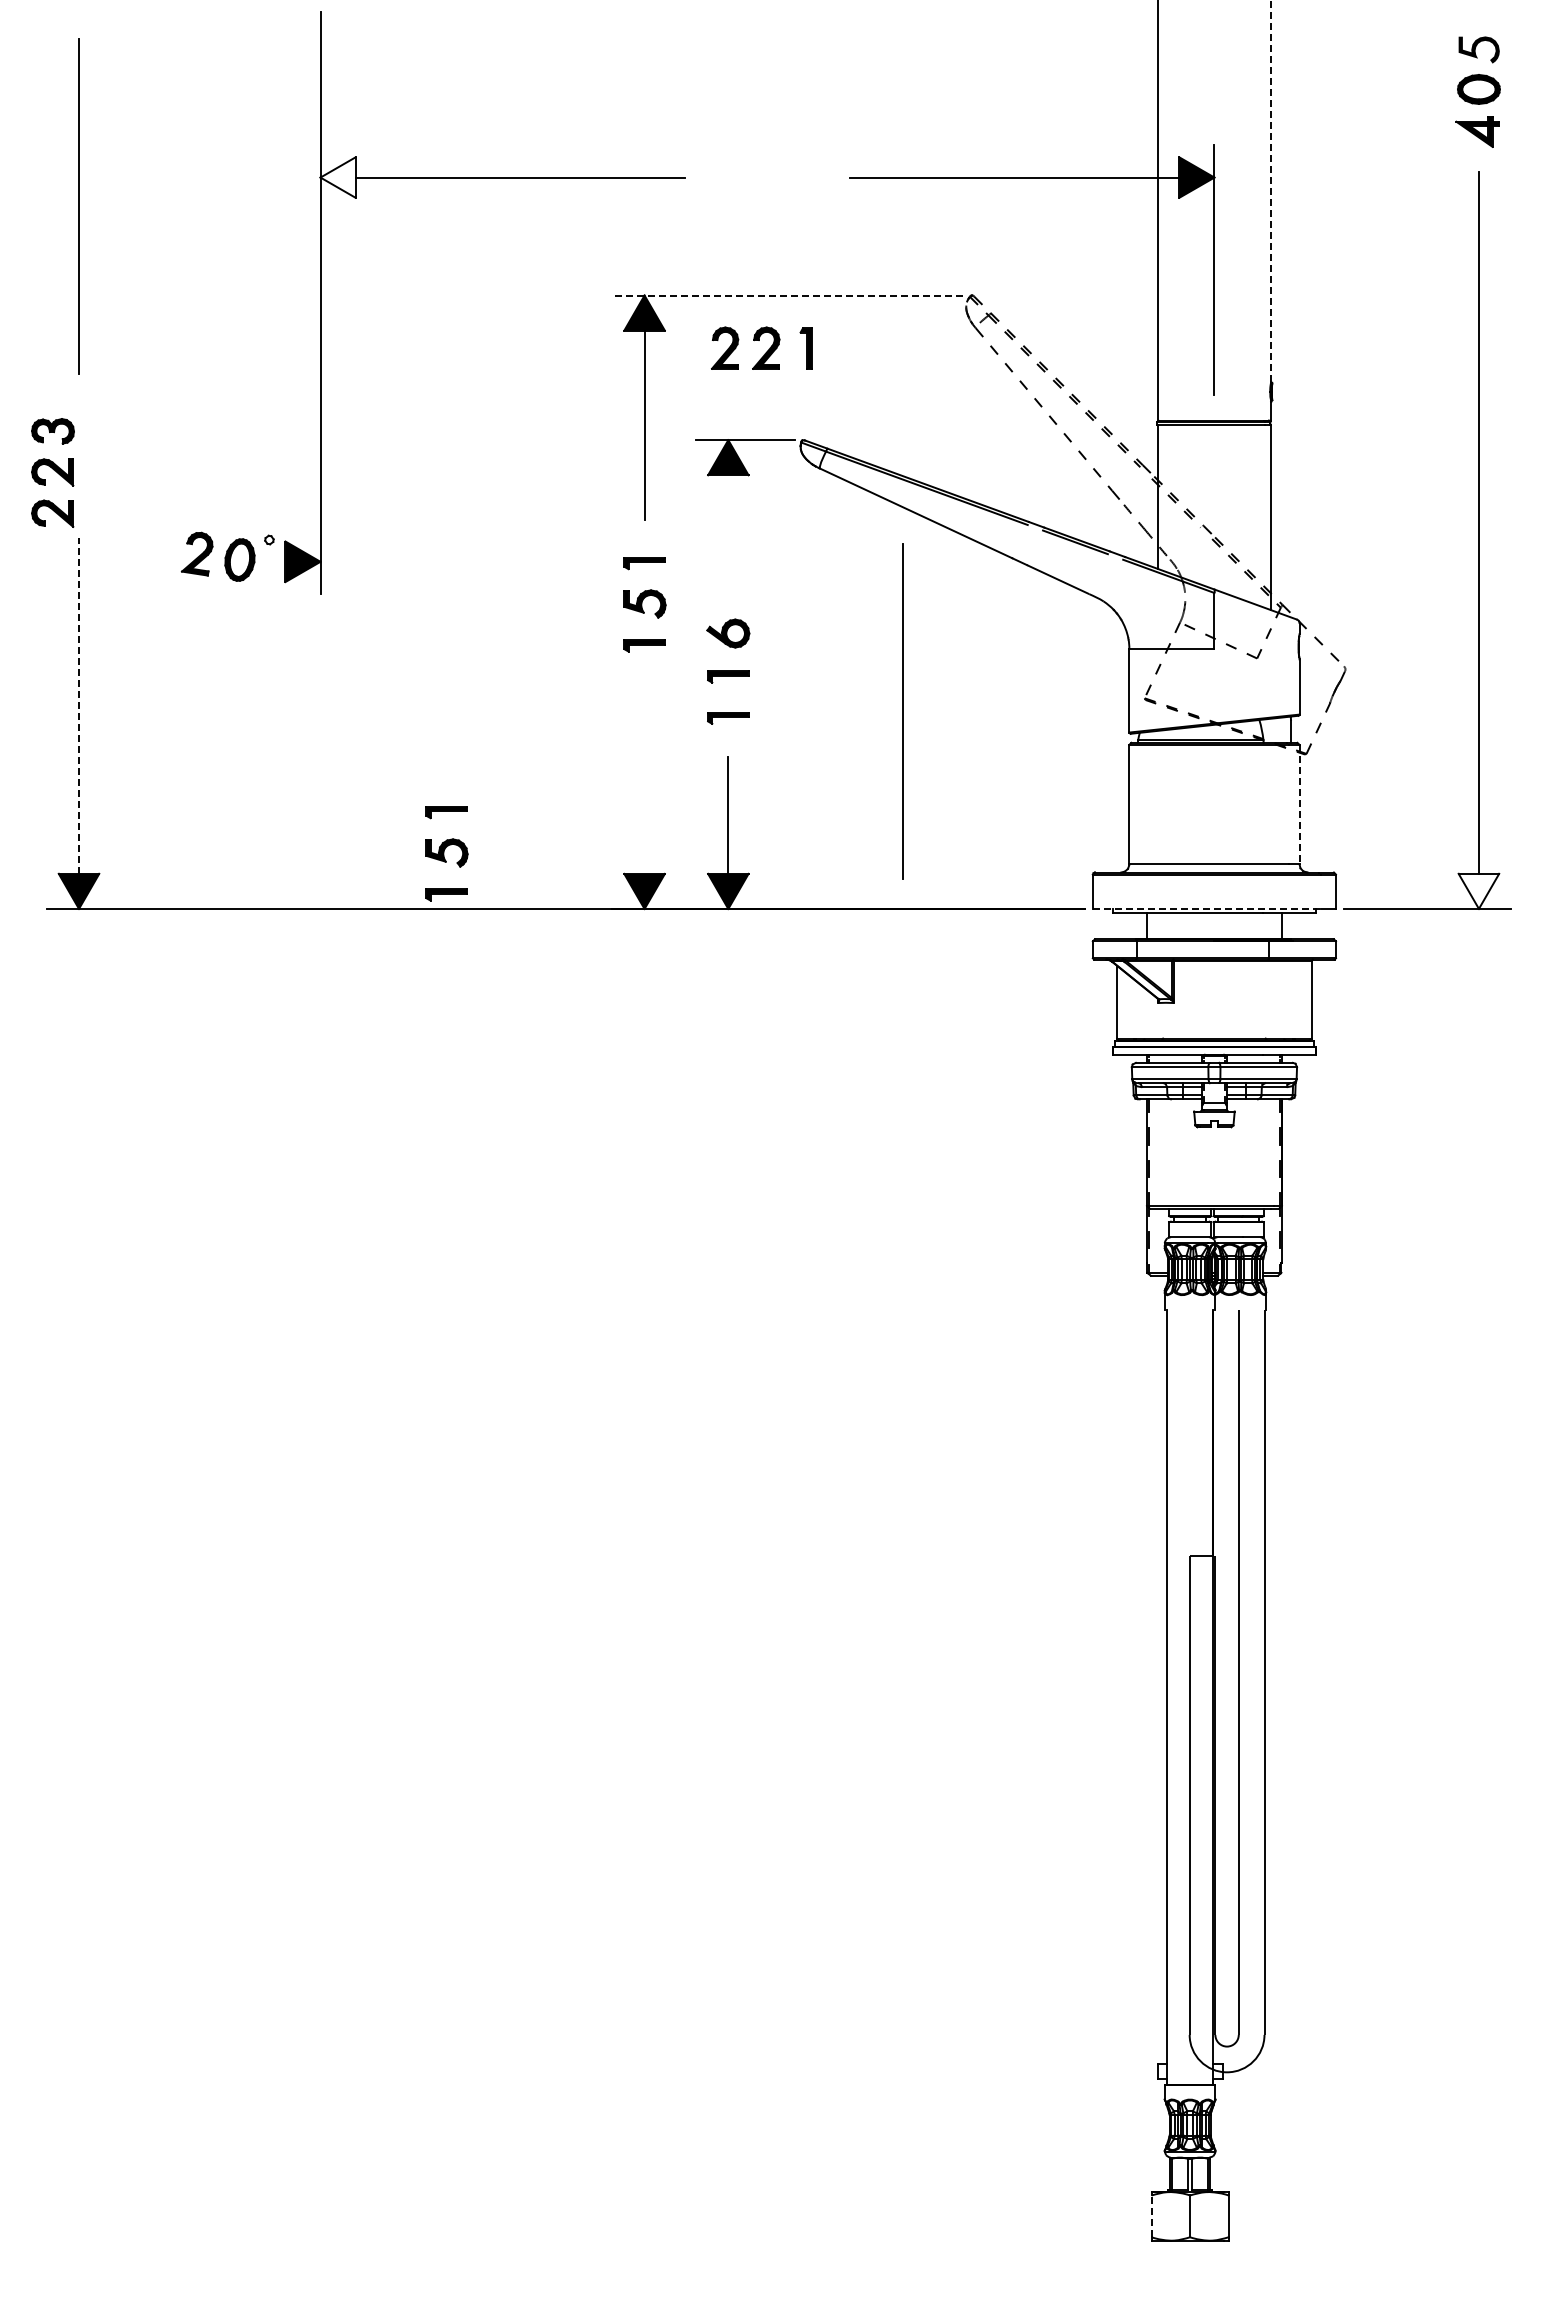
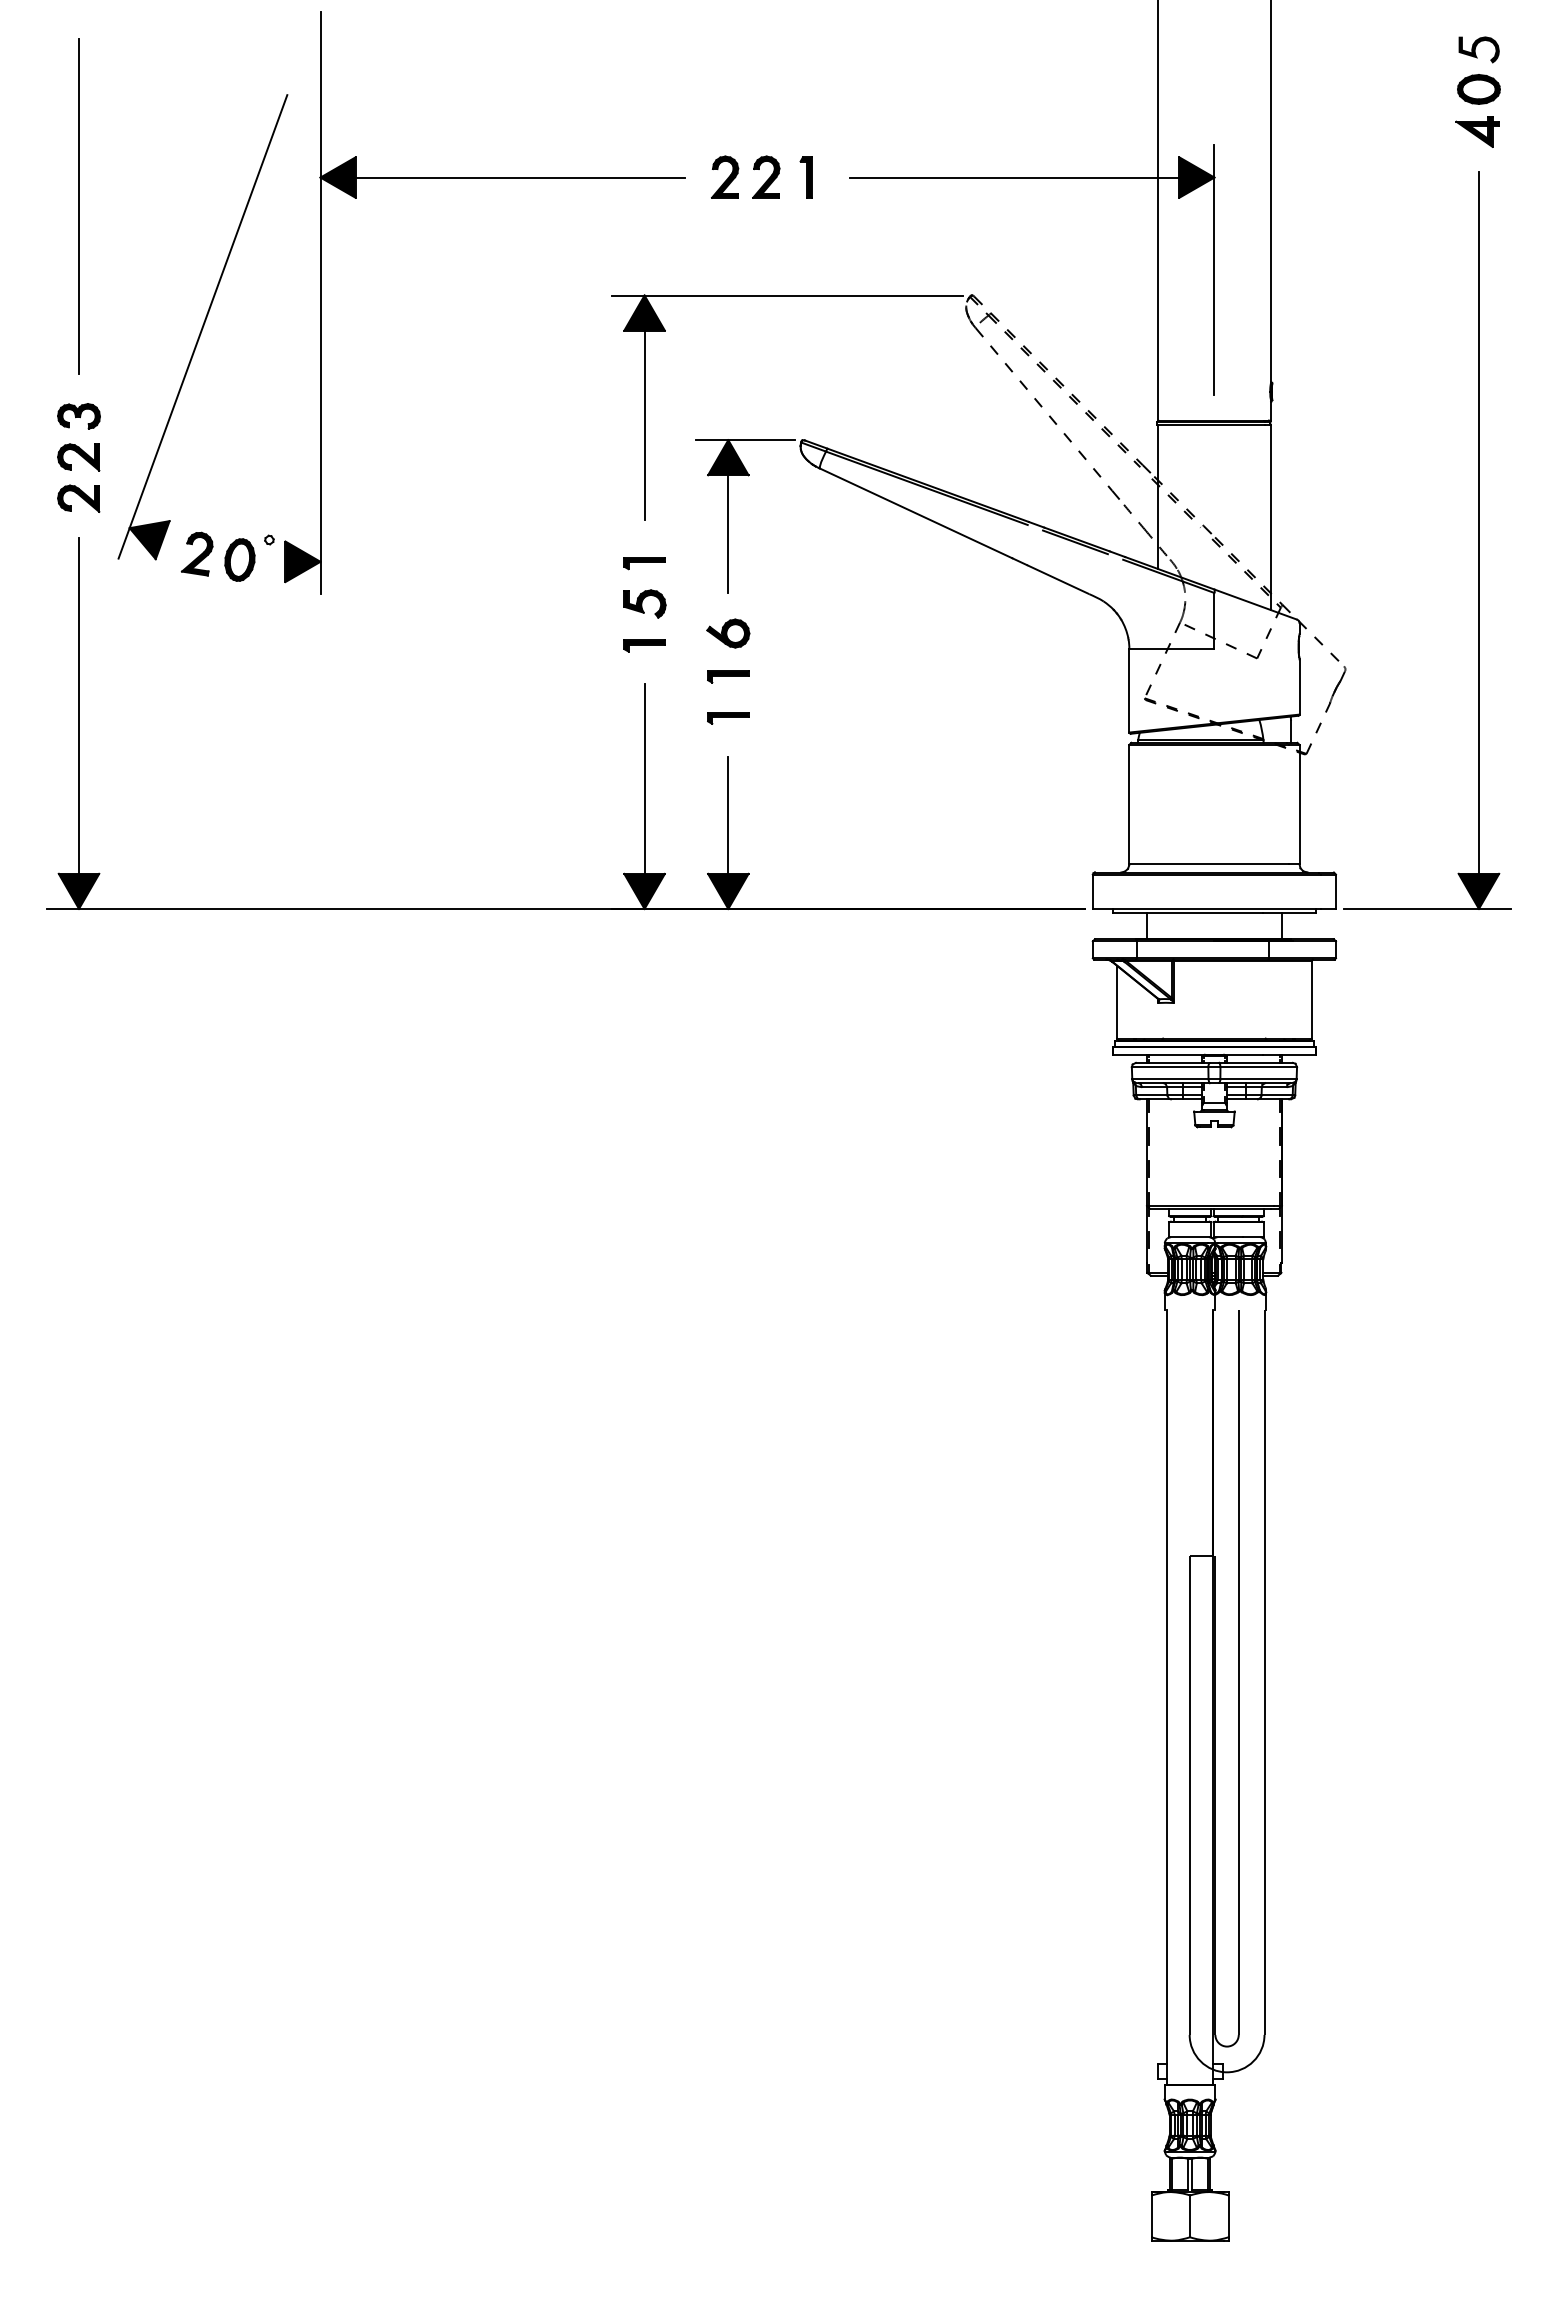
fill at (337, 177): none -> present
line at (1271, 191): dashed -> solid
line at (787, 295): dashed -> solid
part at (202, 327): none -> present
part at (766, 351) position: (766, 351) -> (766, 180)
part at (52, 472) position: (52, 472) -> (78, 457)
line at (728, 533): none -> present
line at (79, 706): dashed -> solid
line at (902, 711): present -> none
line at (644, 778): none -> present
line at (1299, 804): dashed -> solid
part at (446, 853): present -> none
fill at (1478, 890): none -> present
line at (1207, 908): dashed -> solid
line at (1151, 2216): dashed -> solid
